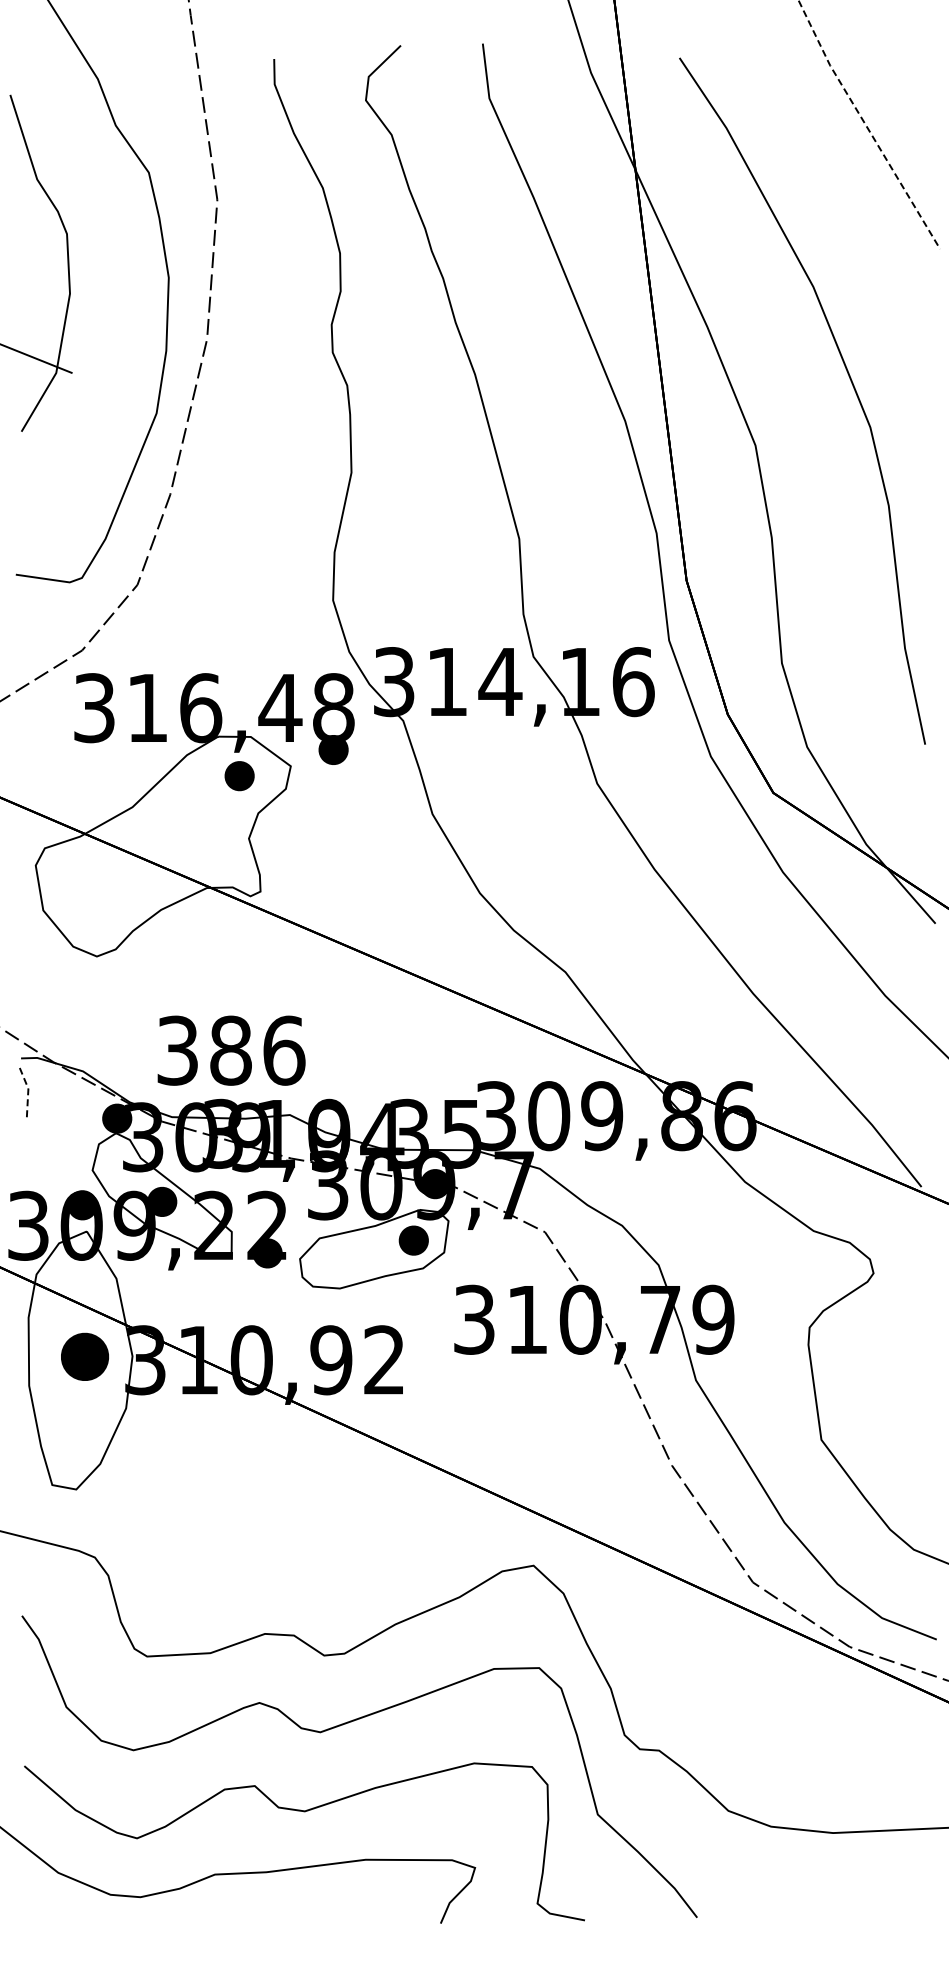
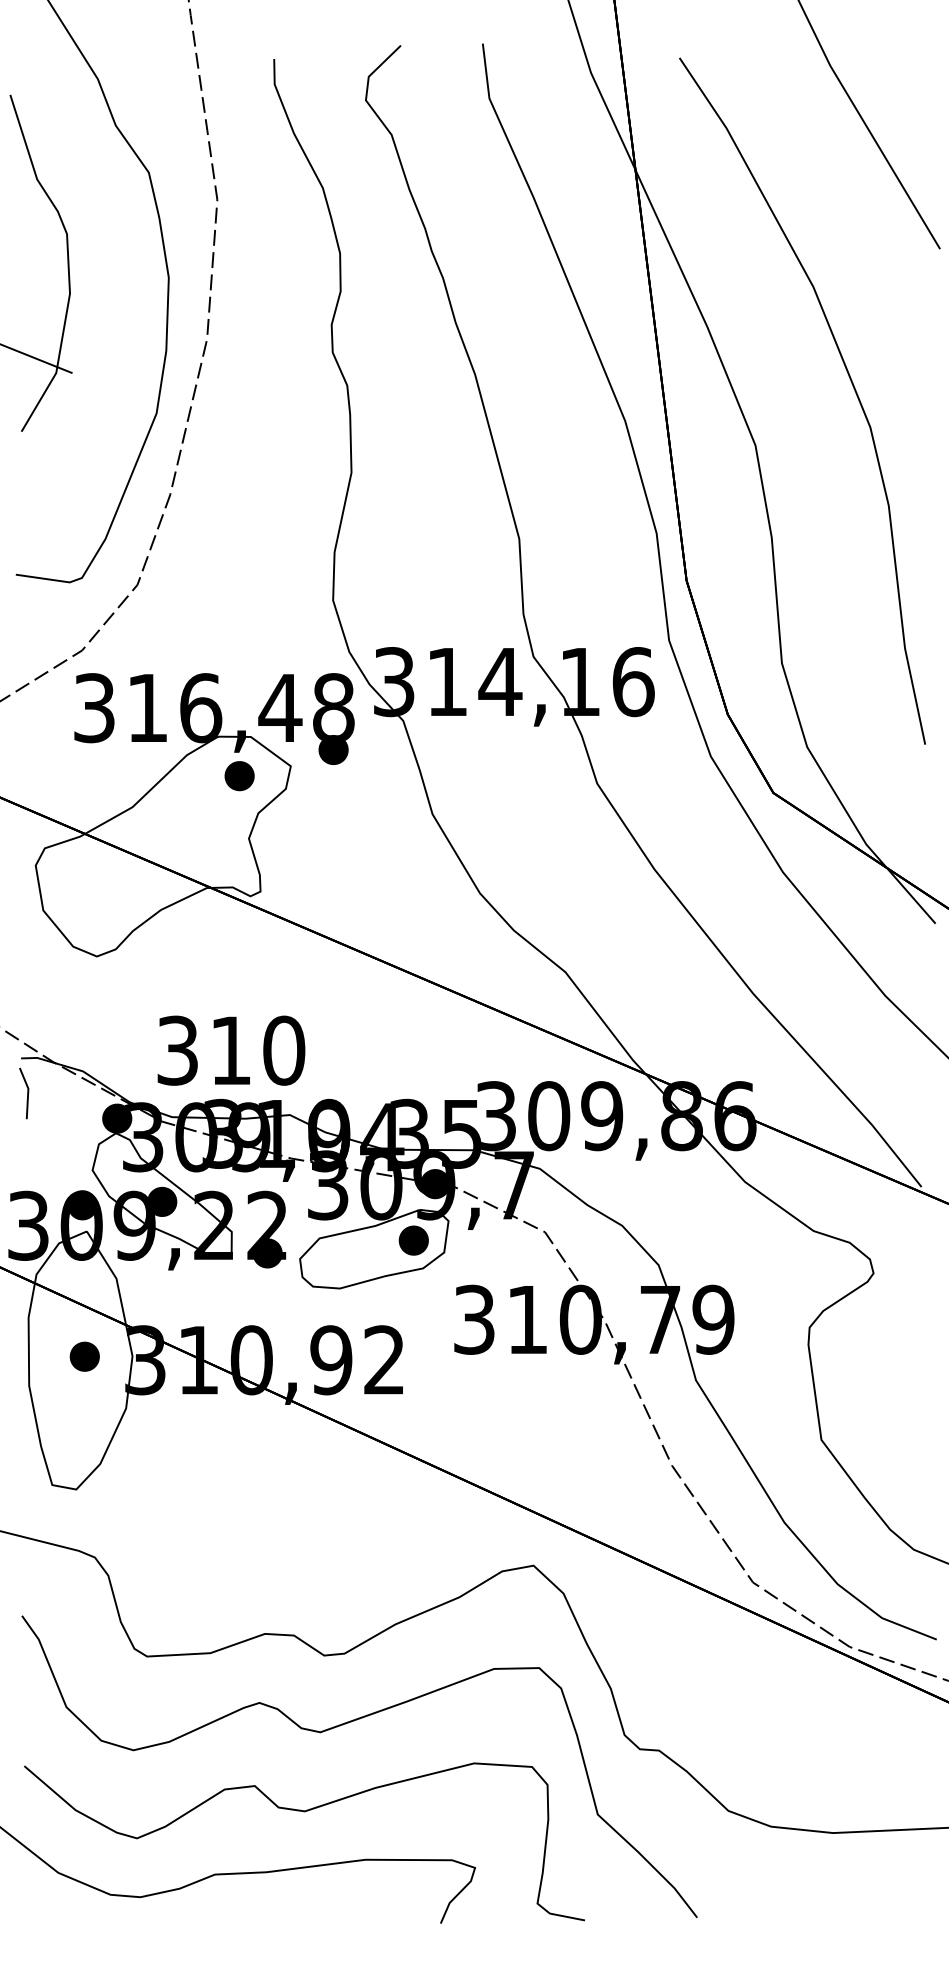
line at (866, 125): dashed -> solid
text at (257, 1050): 386 -> 310
line at (28, 1092): dashed -> solid
part at (85, 1356) size: 49x49 px -> 31x31 px
